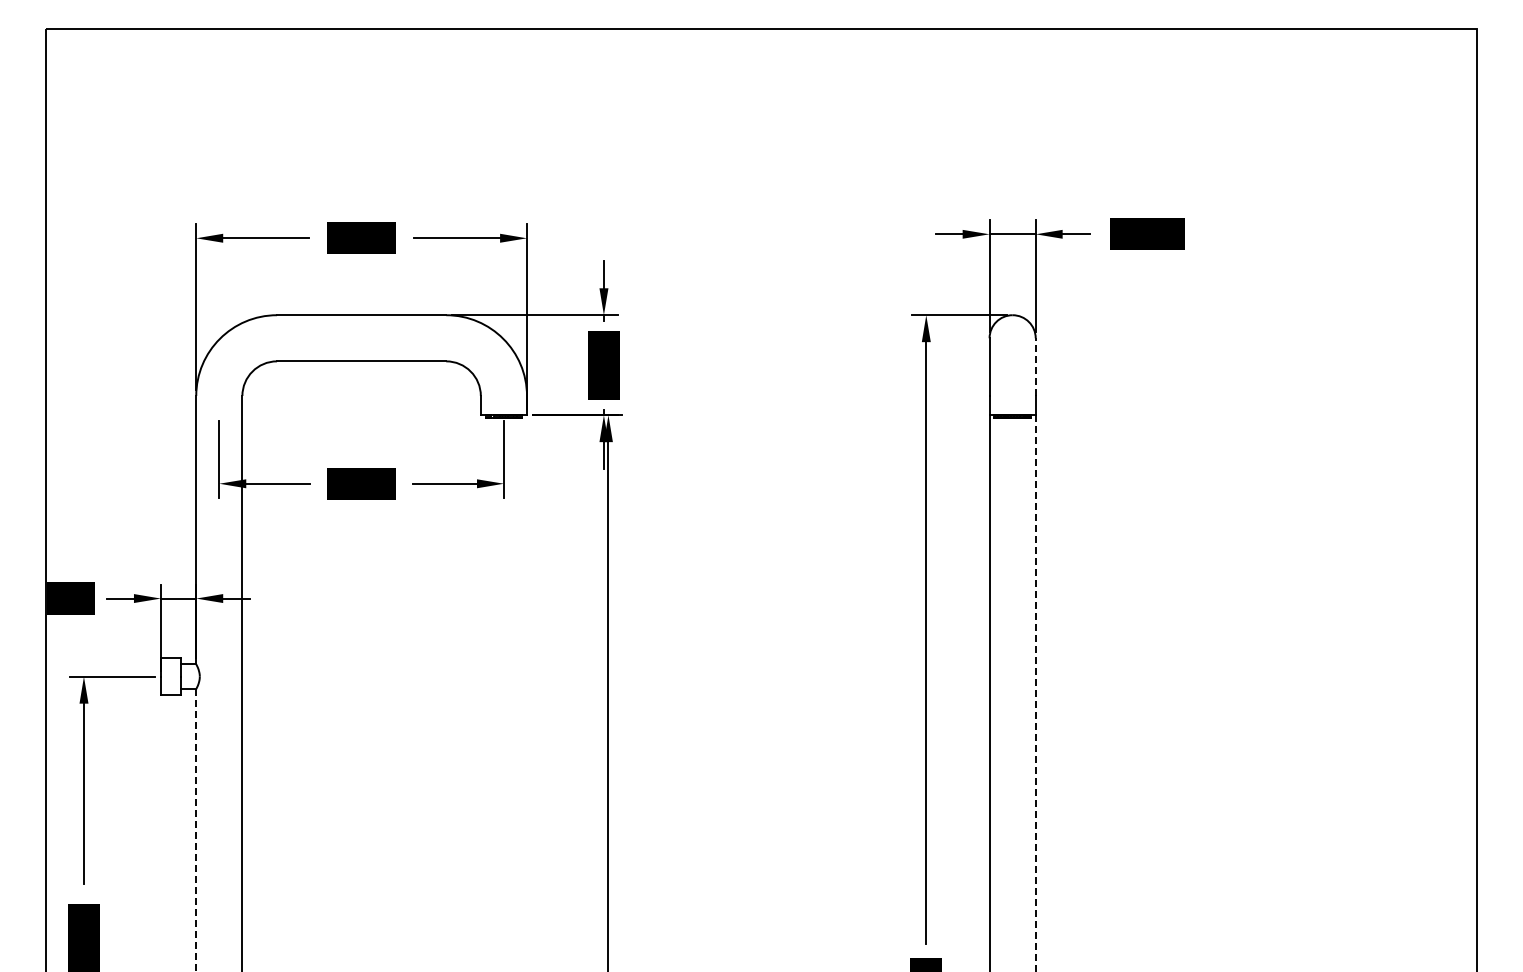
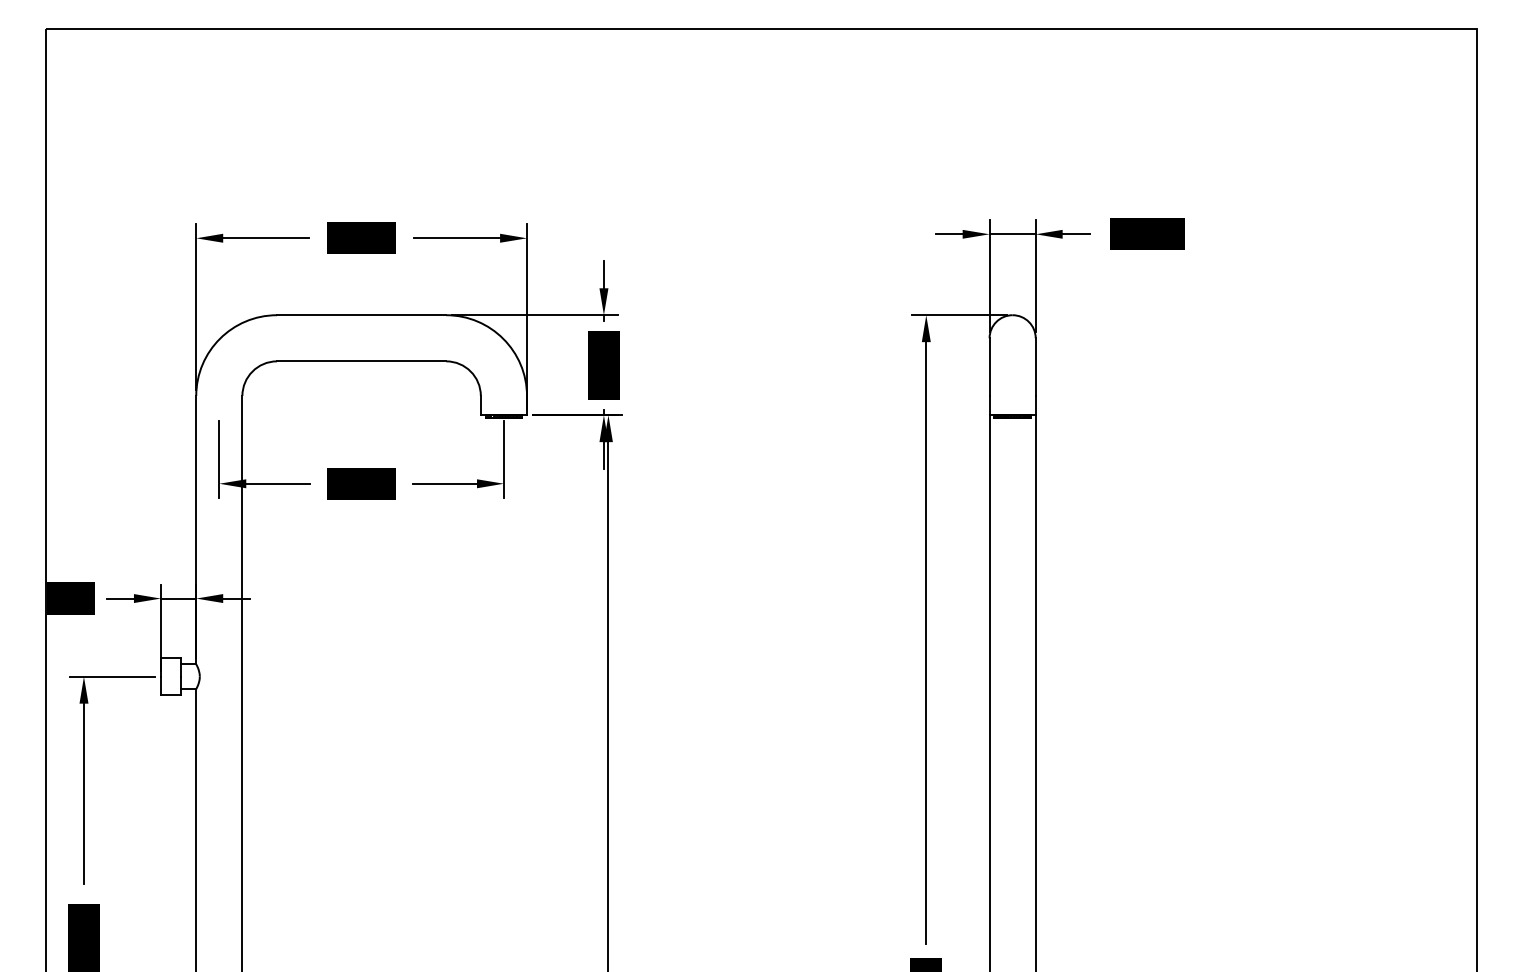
line at (1035, 367): dashed -> solid
line at (1035, 694): dashed -> solid
line at (196, 831): dashed -> solid
